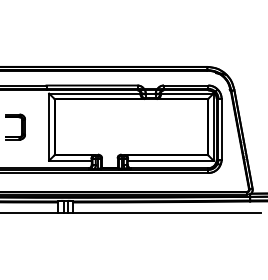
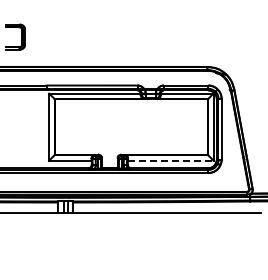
part at (15, 126) position: (15, 126) -> (15, 36)
line at (170, 160): solid -> dashed
